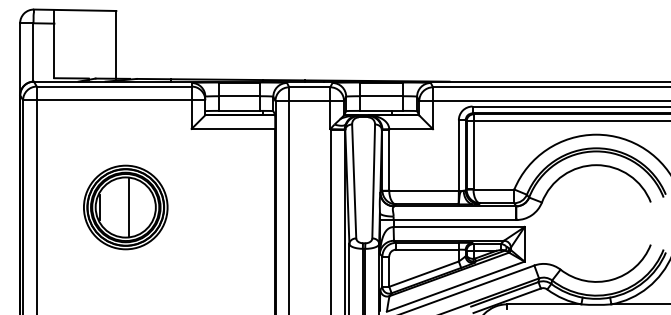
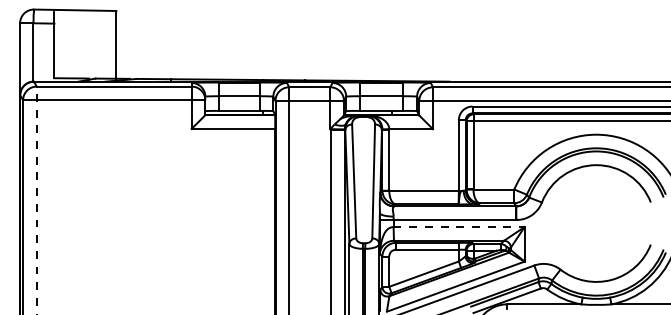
line at (36, 200): solid -> dashed
part at (125, 207): present -> none
line at (459, 227): solid -> dashed
